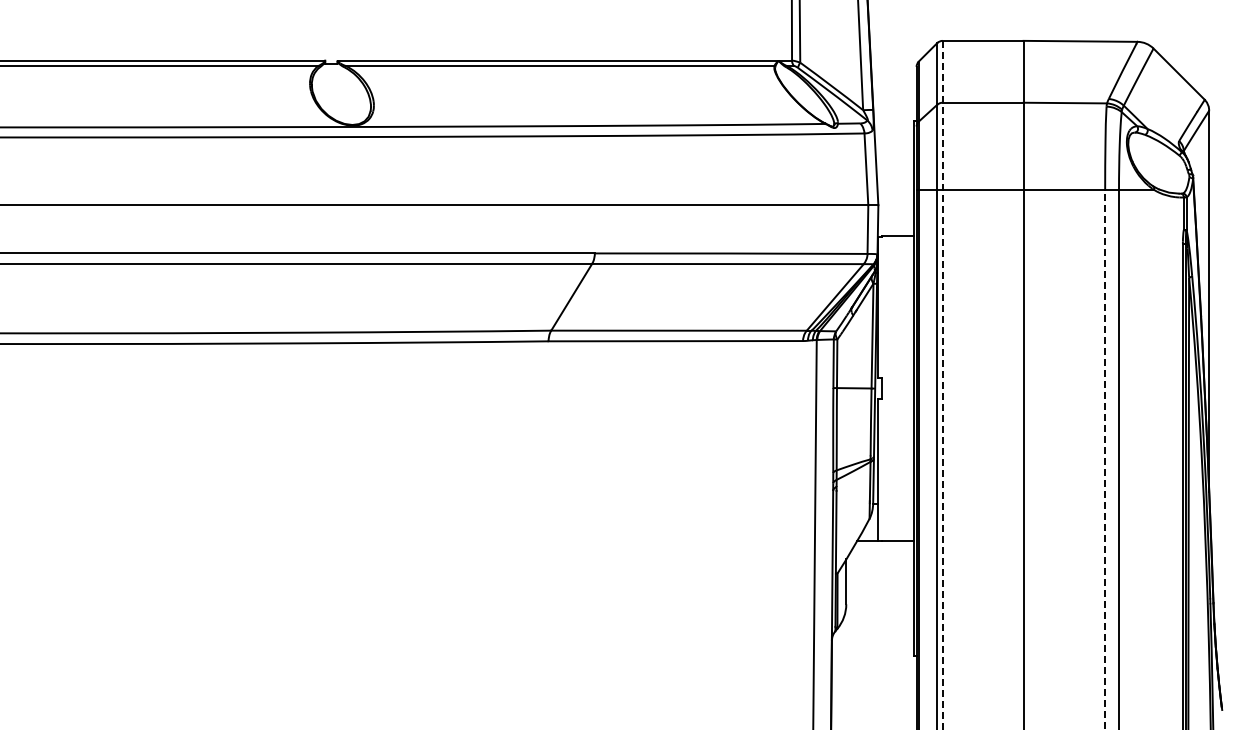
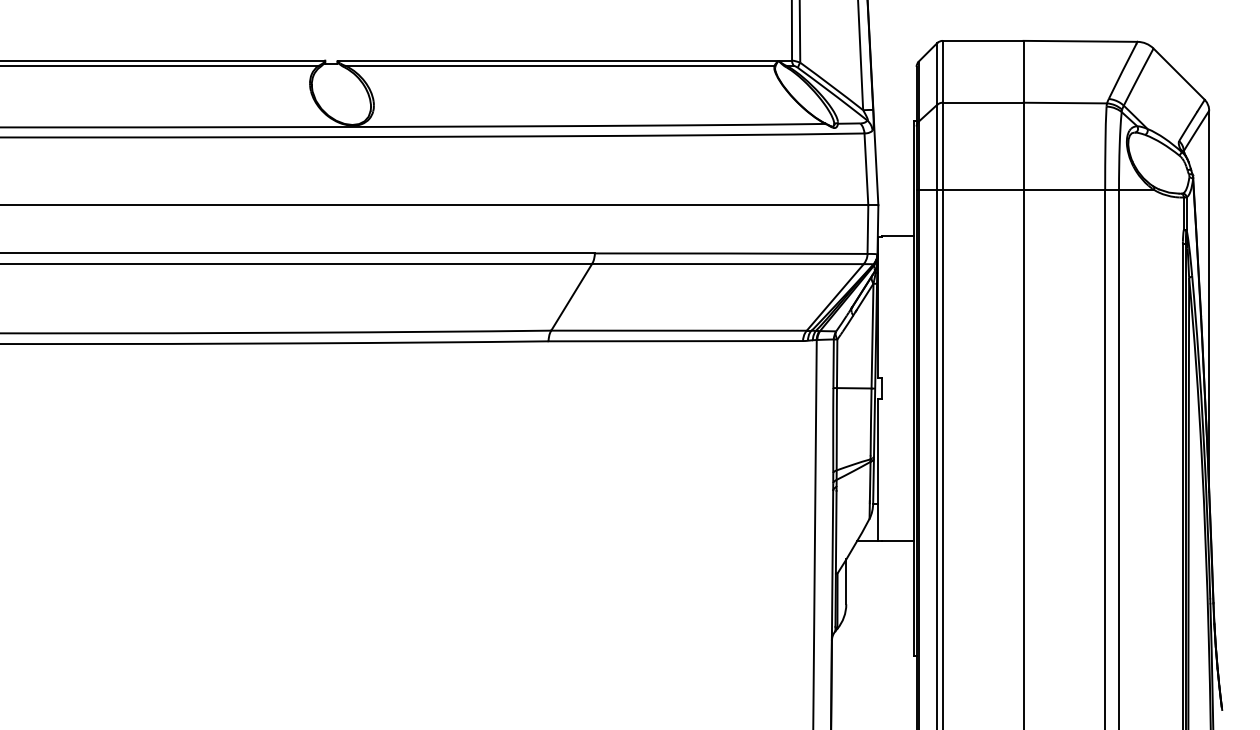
line at (942, 385): dashed -> solid
line at (1105, 459): dashed -> solid
